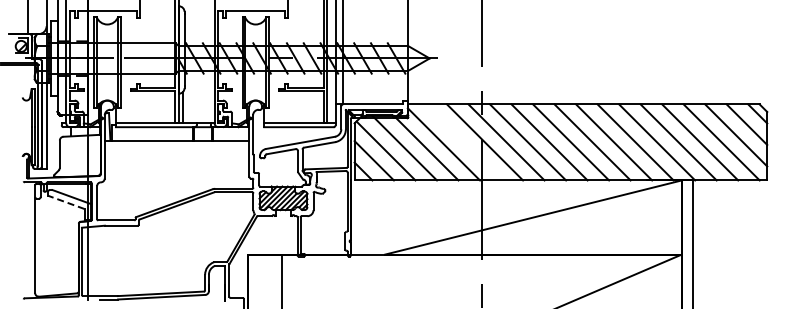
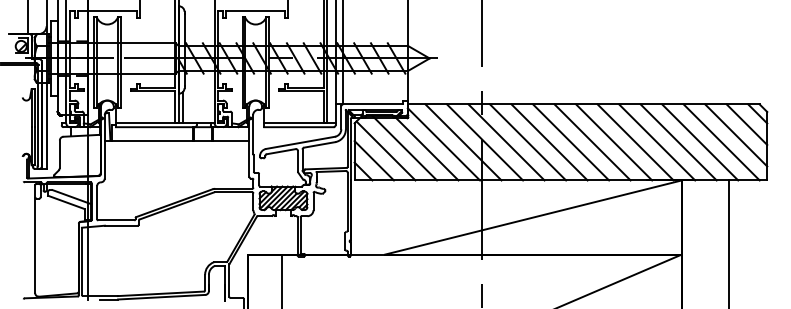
line at (463, 142): none -> present
line at (65, 202): dashed -> solid
line at (693, 242) position: (693, 242) -> (729, 242)
